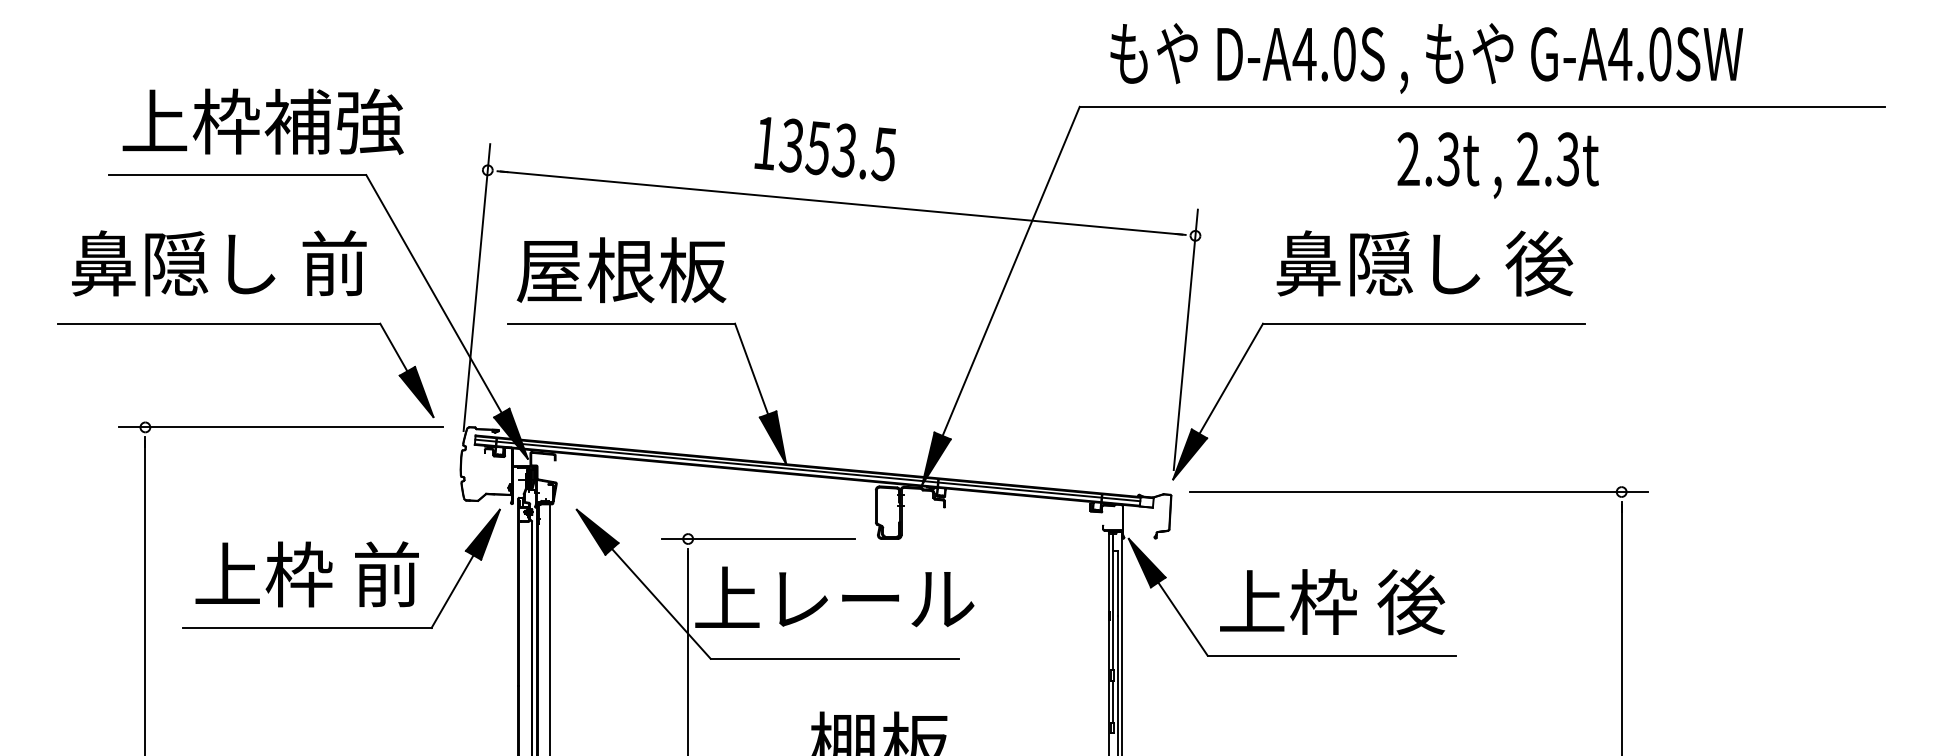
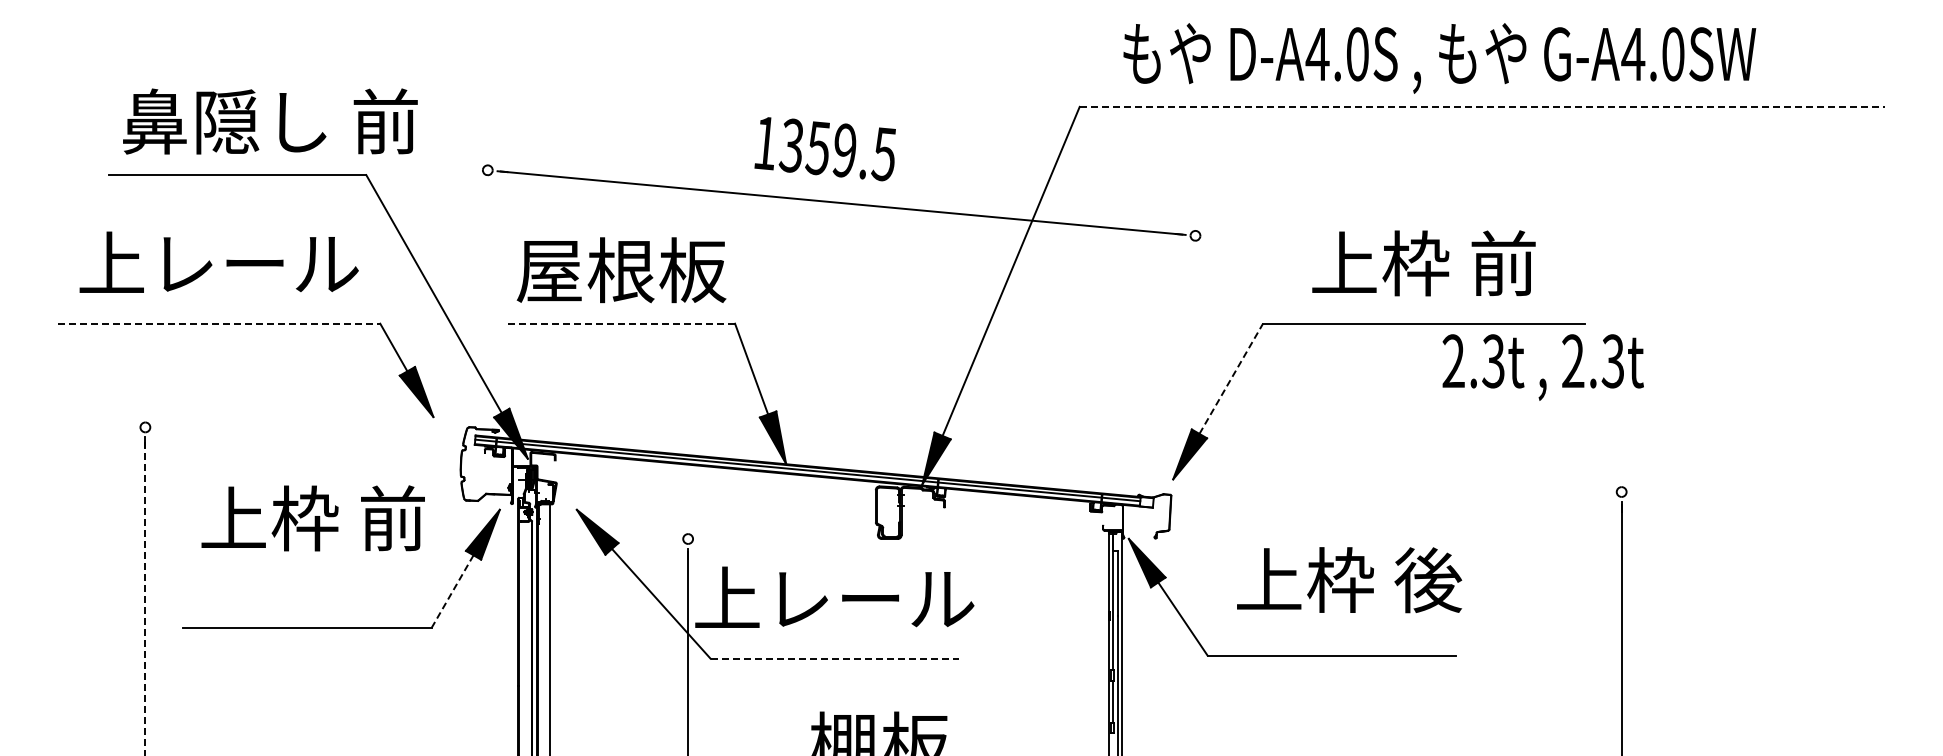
text at (1426, 58) position: (1426, 58) -> (1439, 58)
line at (1482, 106): solid -> dashed
text at (269, 121): 上枠補強 -> 鼻隠し 前
text at (843, 150): 1353.5 -> 1359.5
text at (1497, 165) position: (1497, 165) -> (1542, 367)
text at (219, 263): 鼻隠し 前 -> 上レール
text at (1424, 263): 鼻隠し 後 -> 上枠 前
line at (476, 287): present -> none
line at (219, 323): solid -> dashed
line at (621, 323): solid -> dashed
line at (1185, 339): present -> none
line at (1231, 378): solid -> dashed
line at (281, 427): present -> none
line at (1418, 492): present -> none
line at (758, 539): present -> none
text at (306, 574) position: (306, 574) -> (312, 518)
line at (452, 591): solid -> dashed
line at (145, 597): solid -> dashed
text at (1332, 602) position: (1332, 602) -> (1349, 580)
line at (835, 658): solid -> dashed
